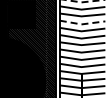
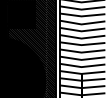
line at (84, 2): dashed -> solid
line at (82, 24): dashed -> solid
